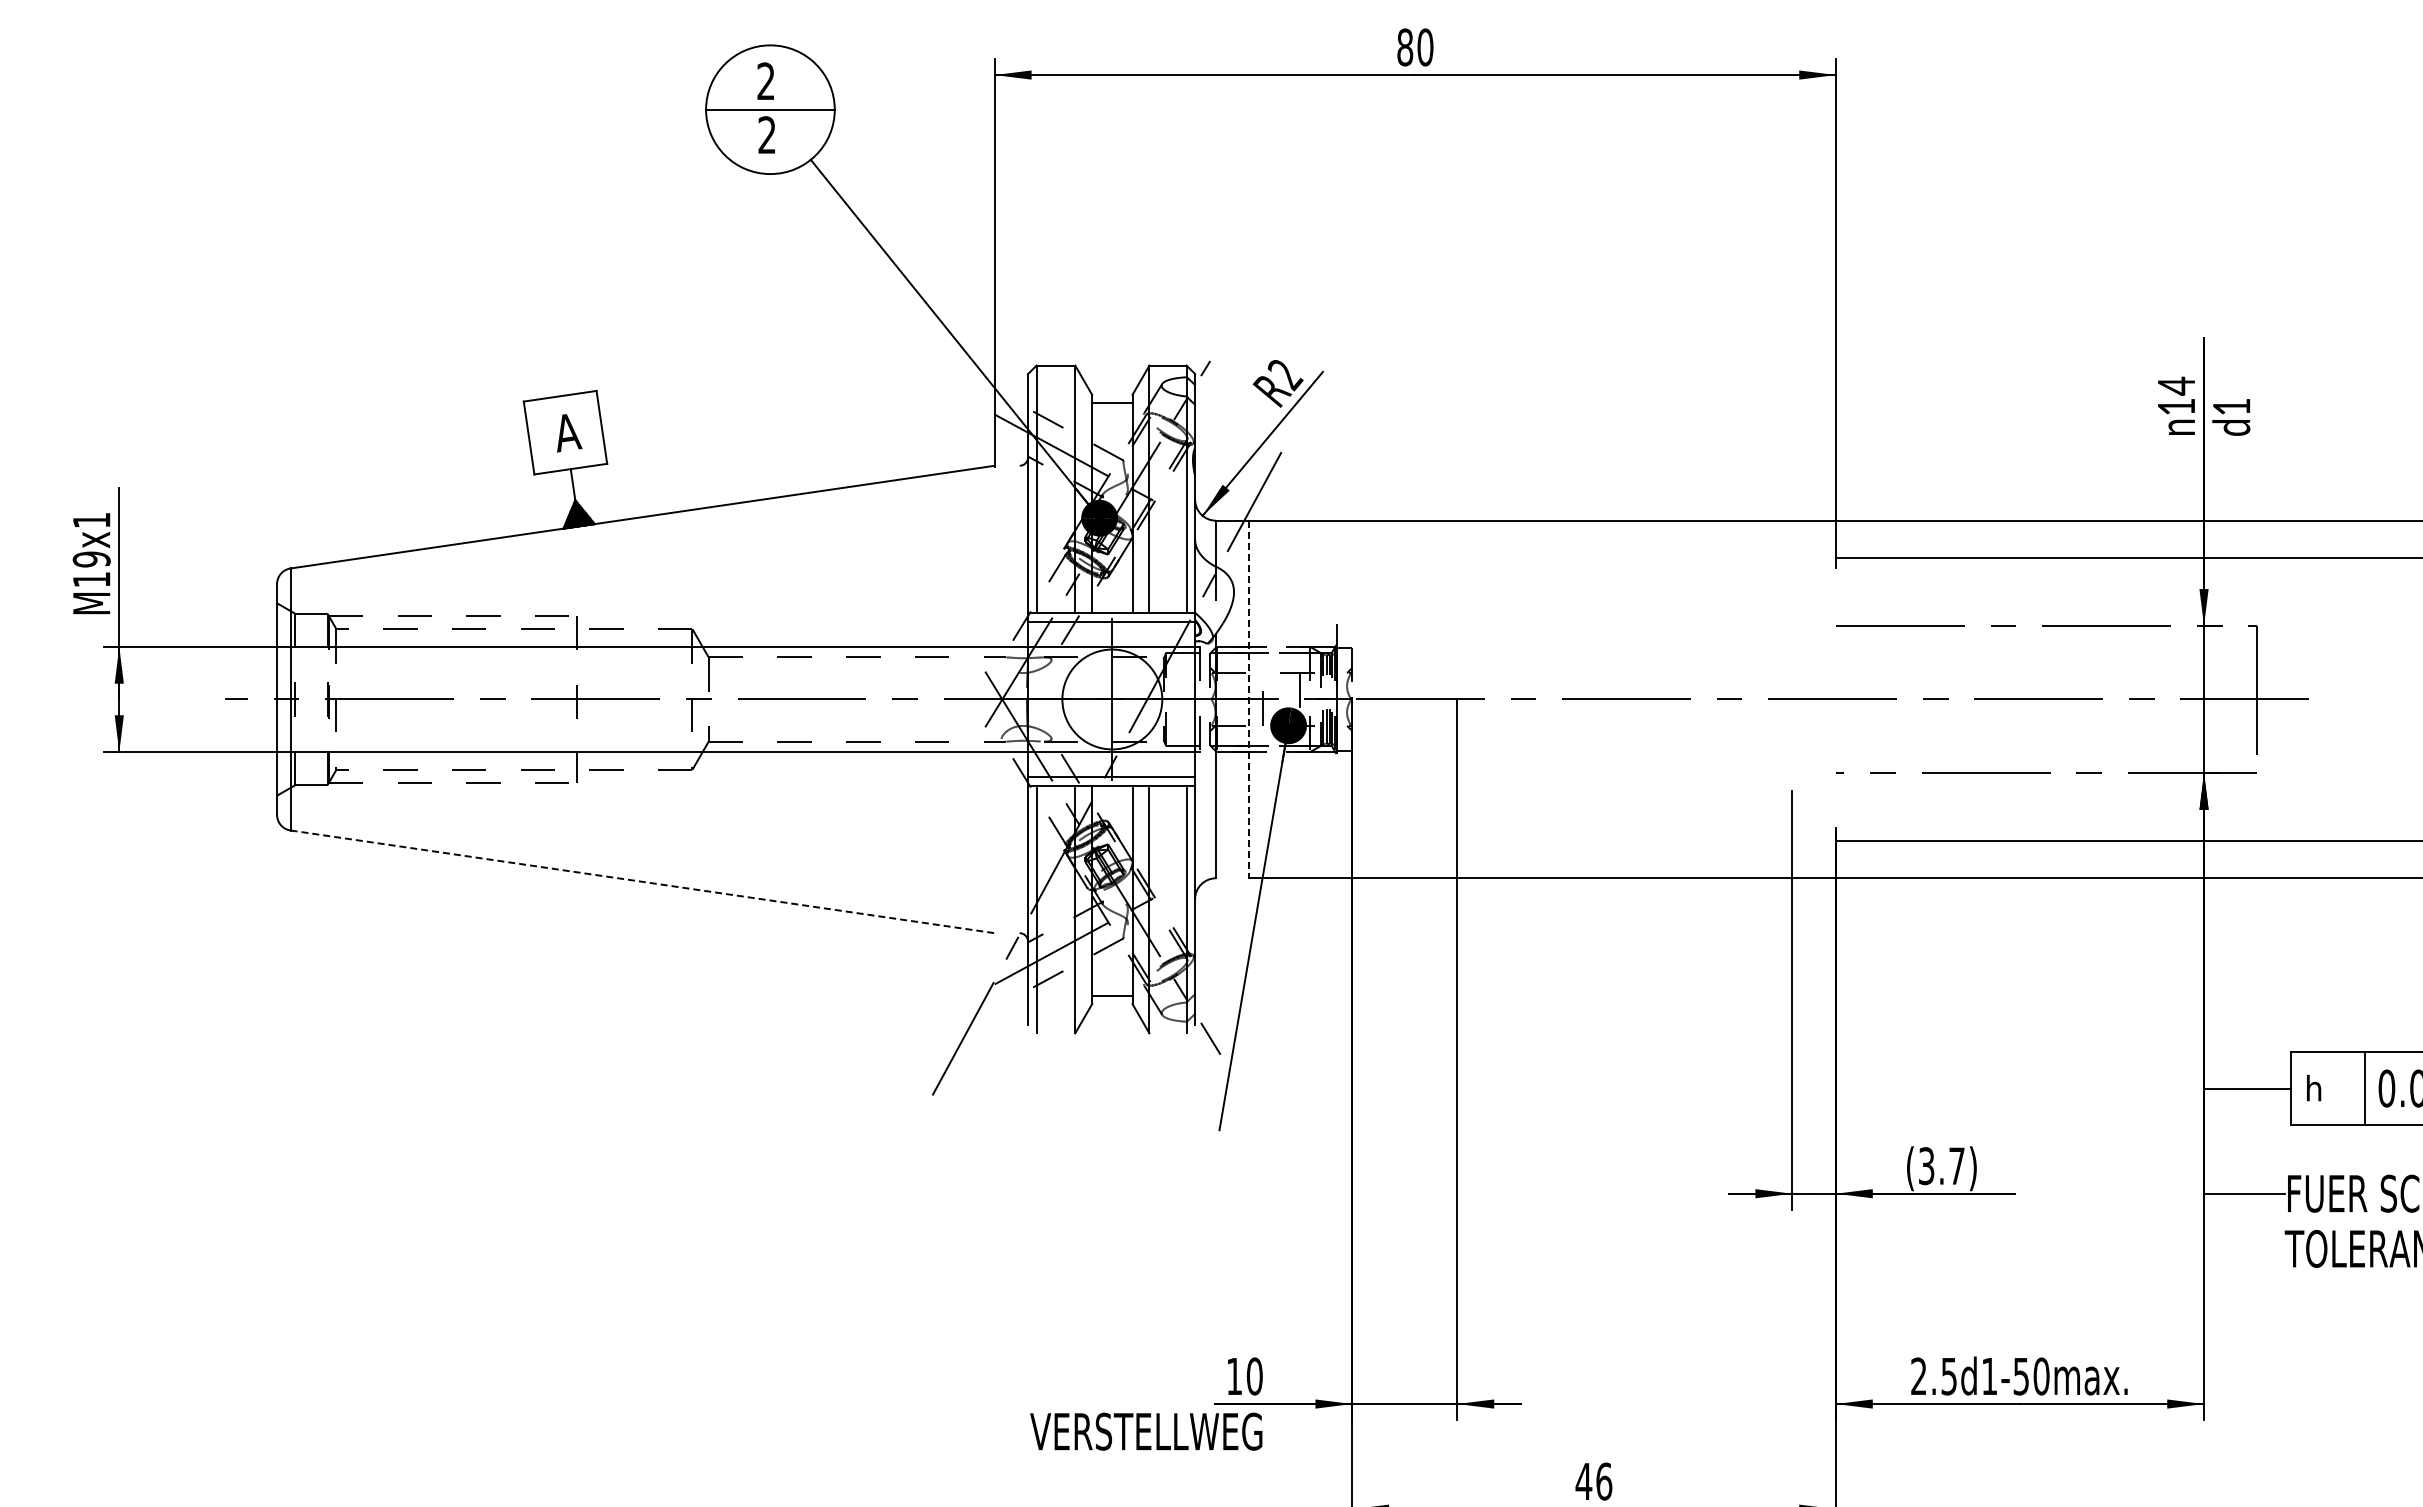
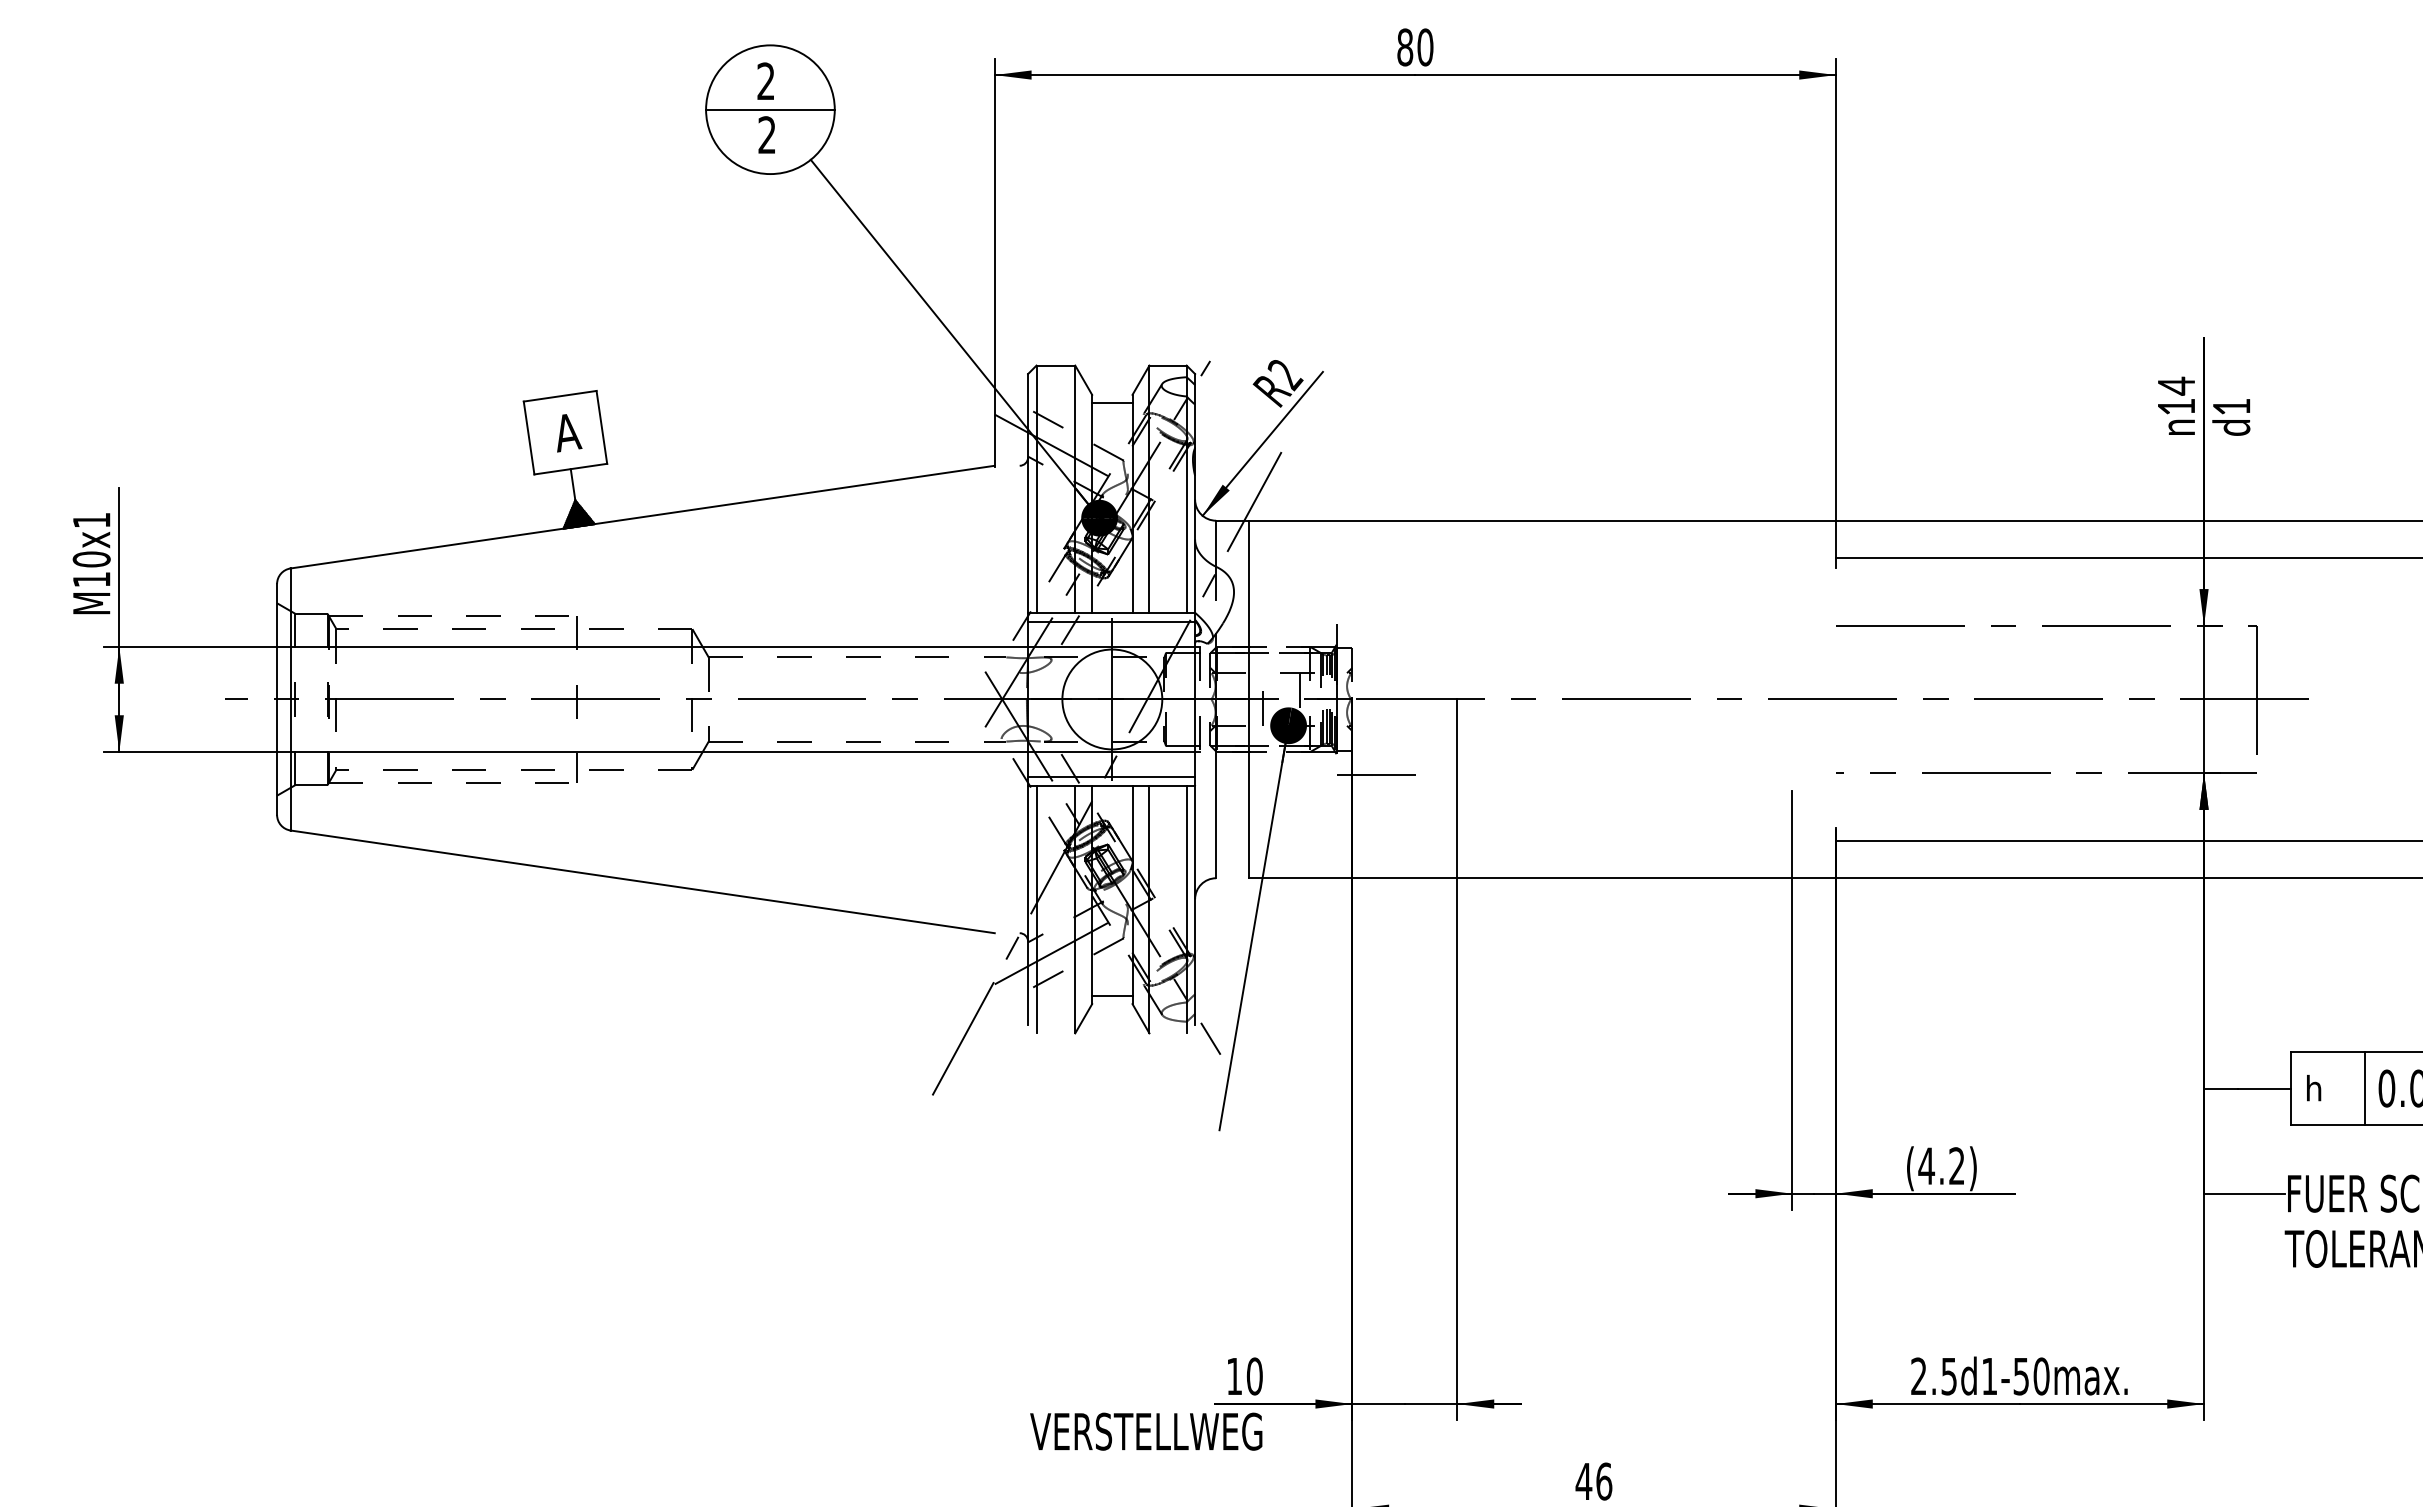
text at (91, 559): M19x1 -> M10x1
line at (1248, 699): dashed -> solid
line at (1375, 774): none -> present
line at (642, 881): dashed -> solid
text at (1941, 1166): (3.7) -> (4.2)
